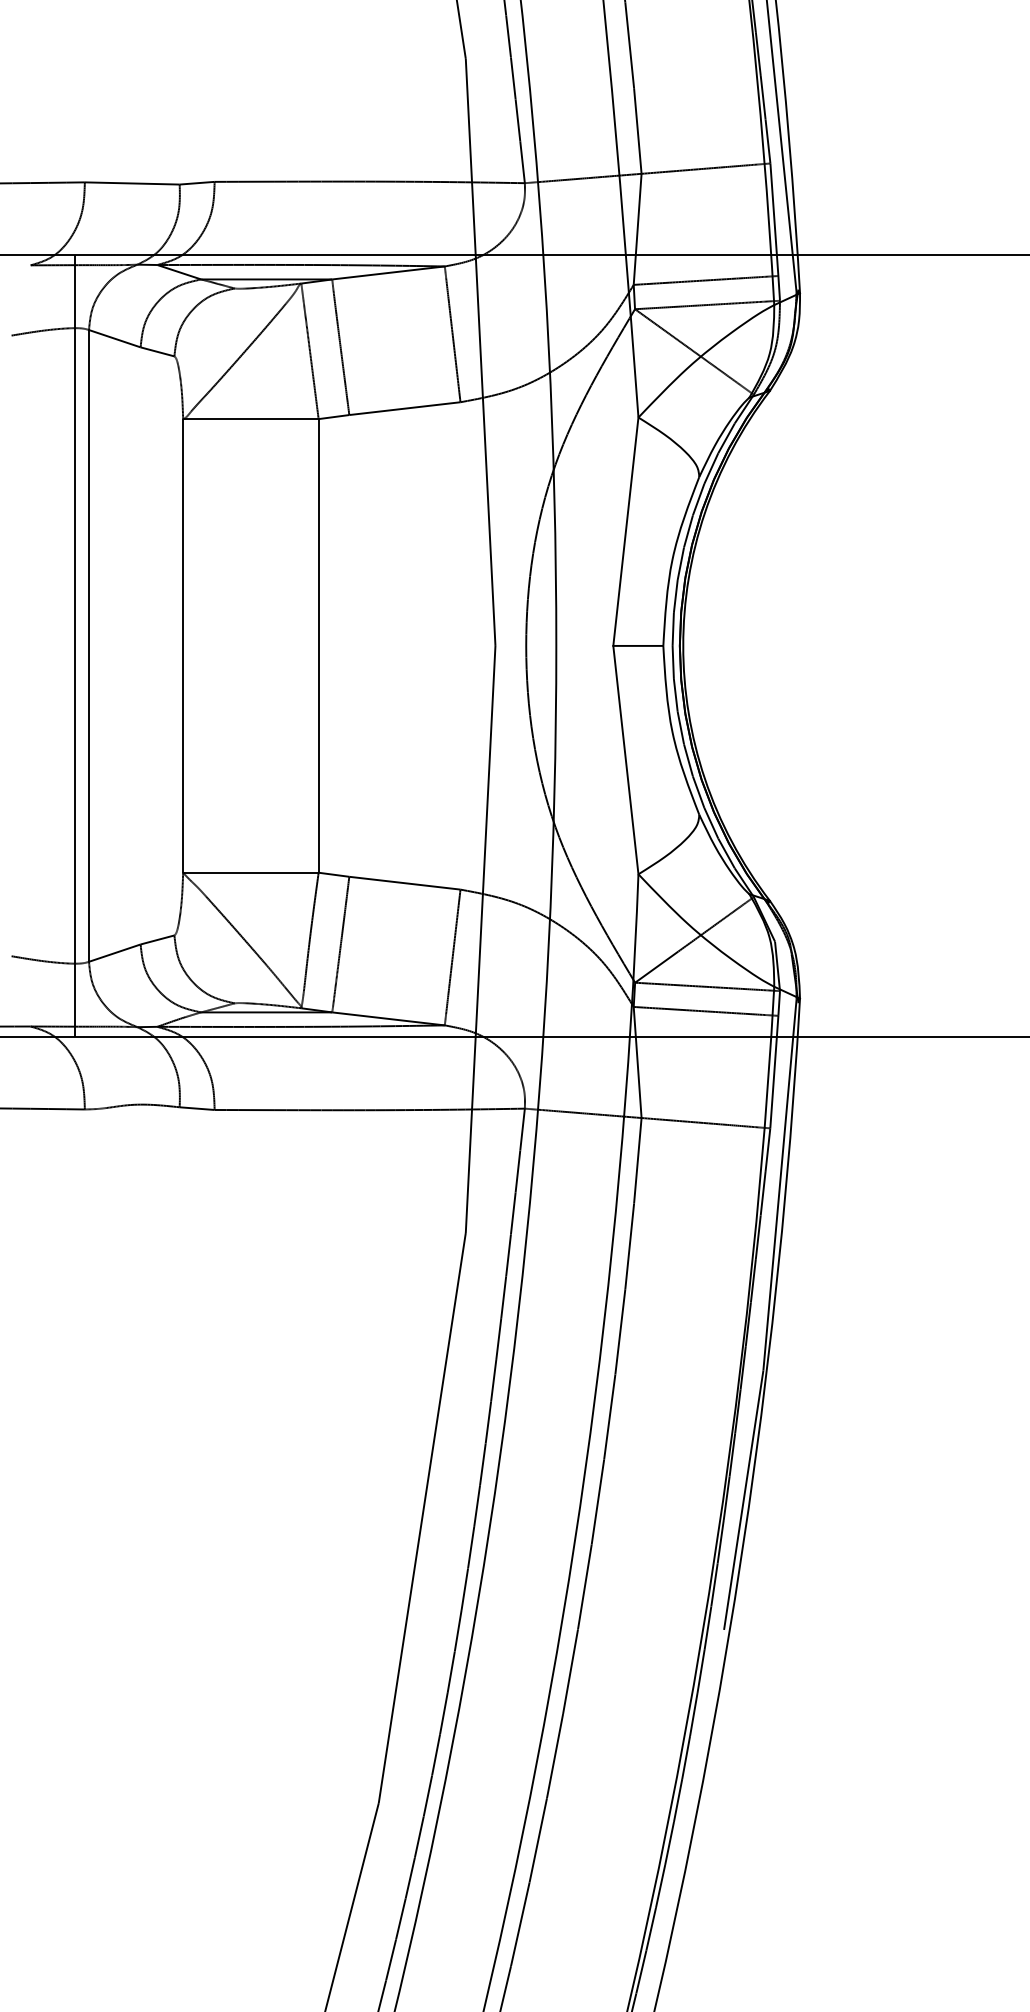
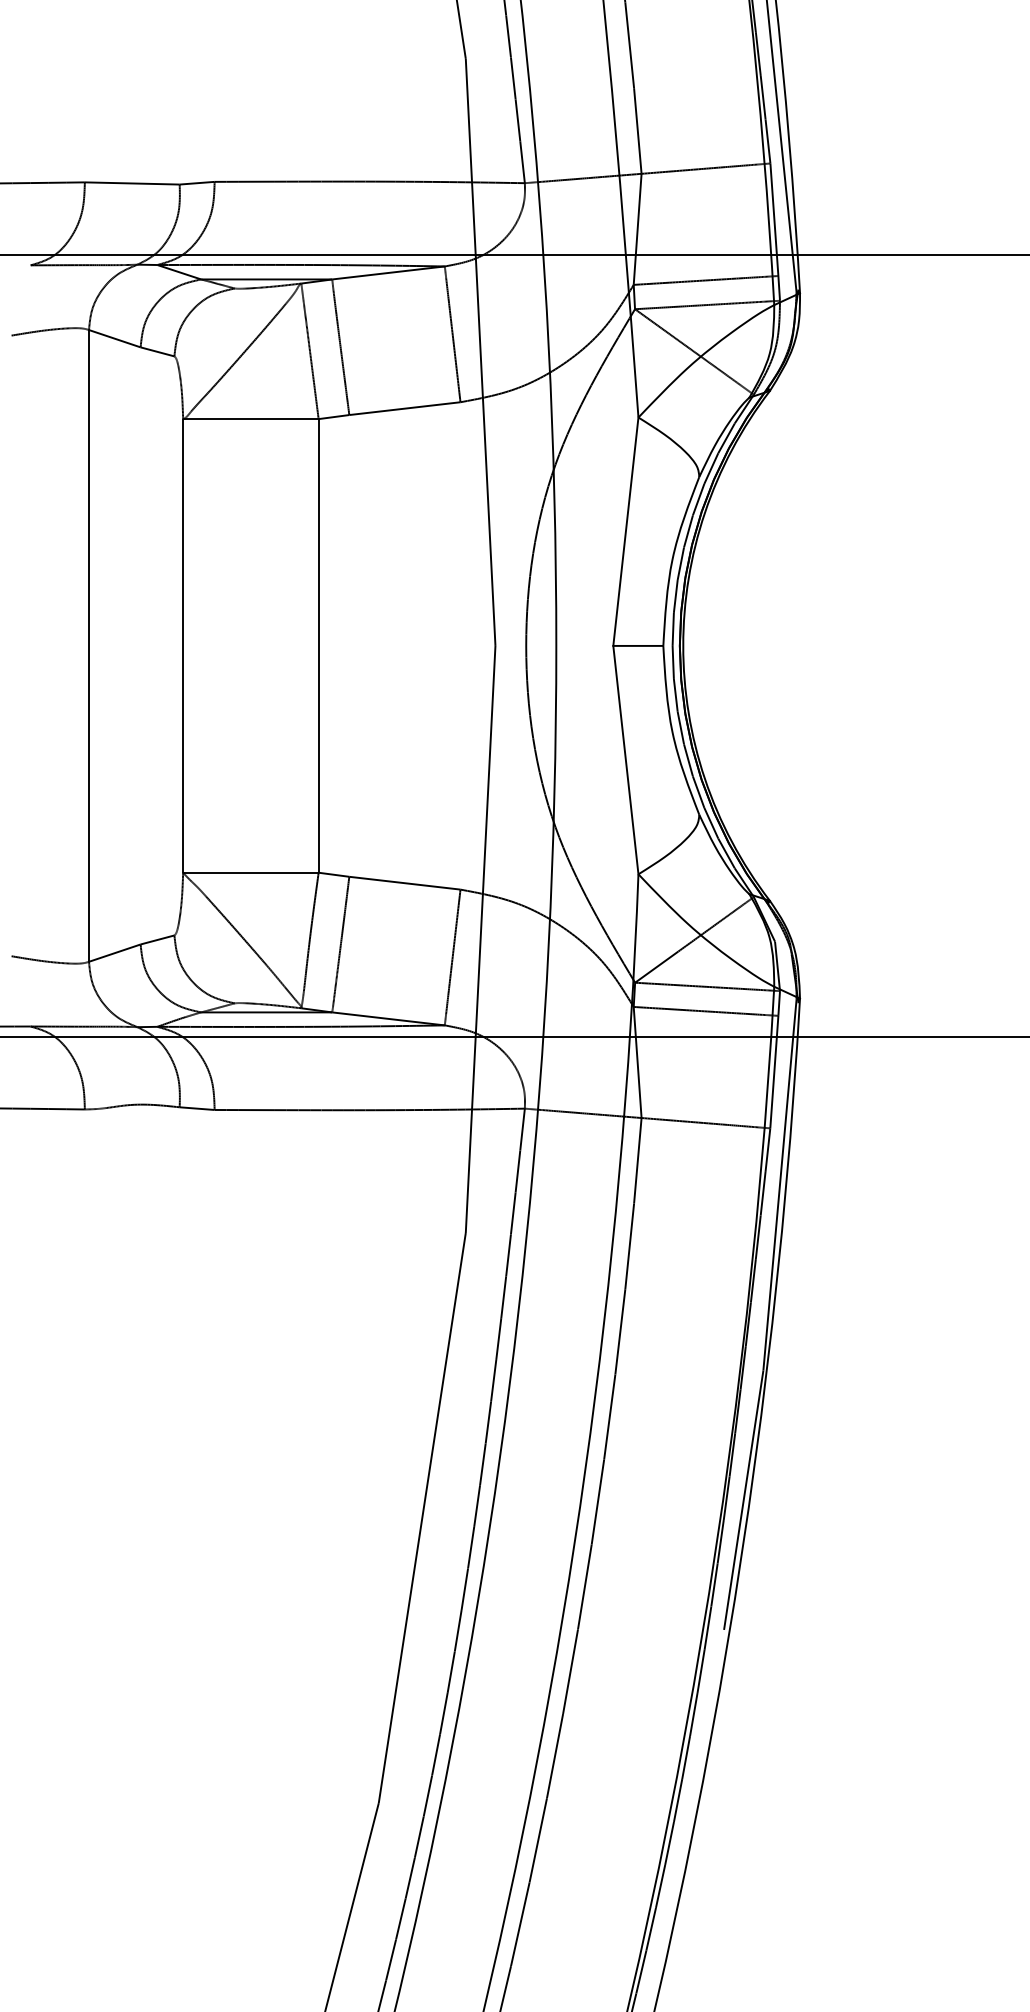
line at (74, 645): present -> none
